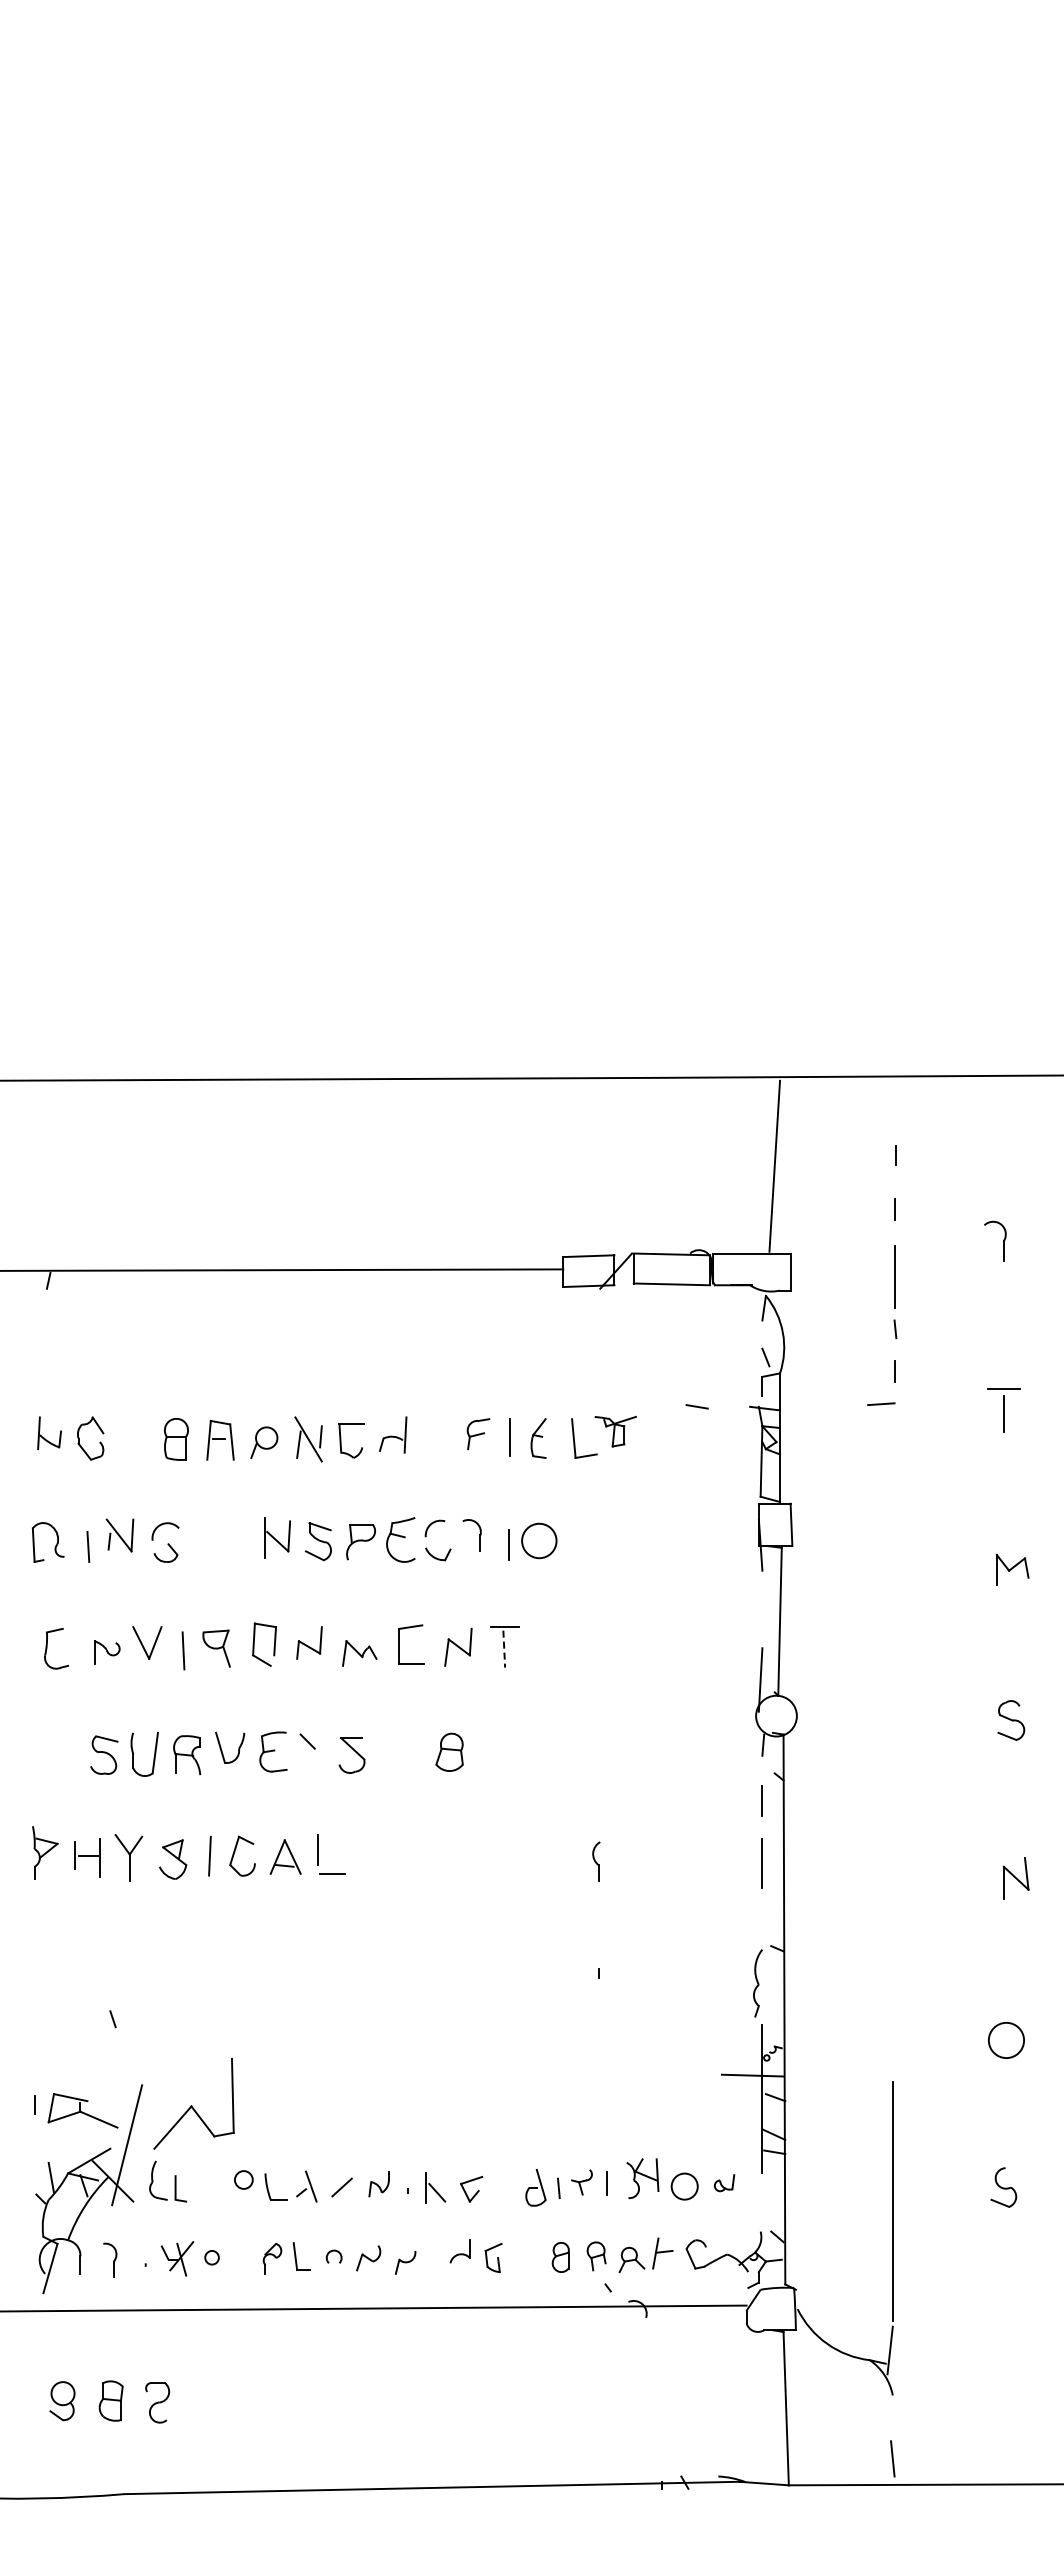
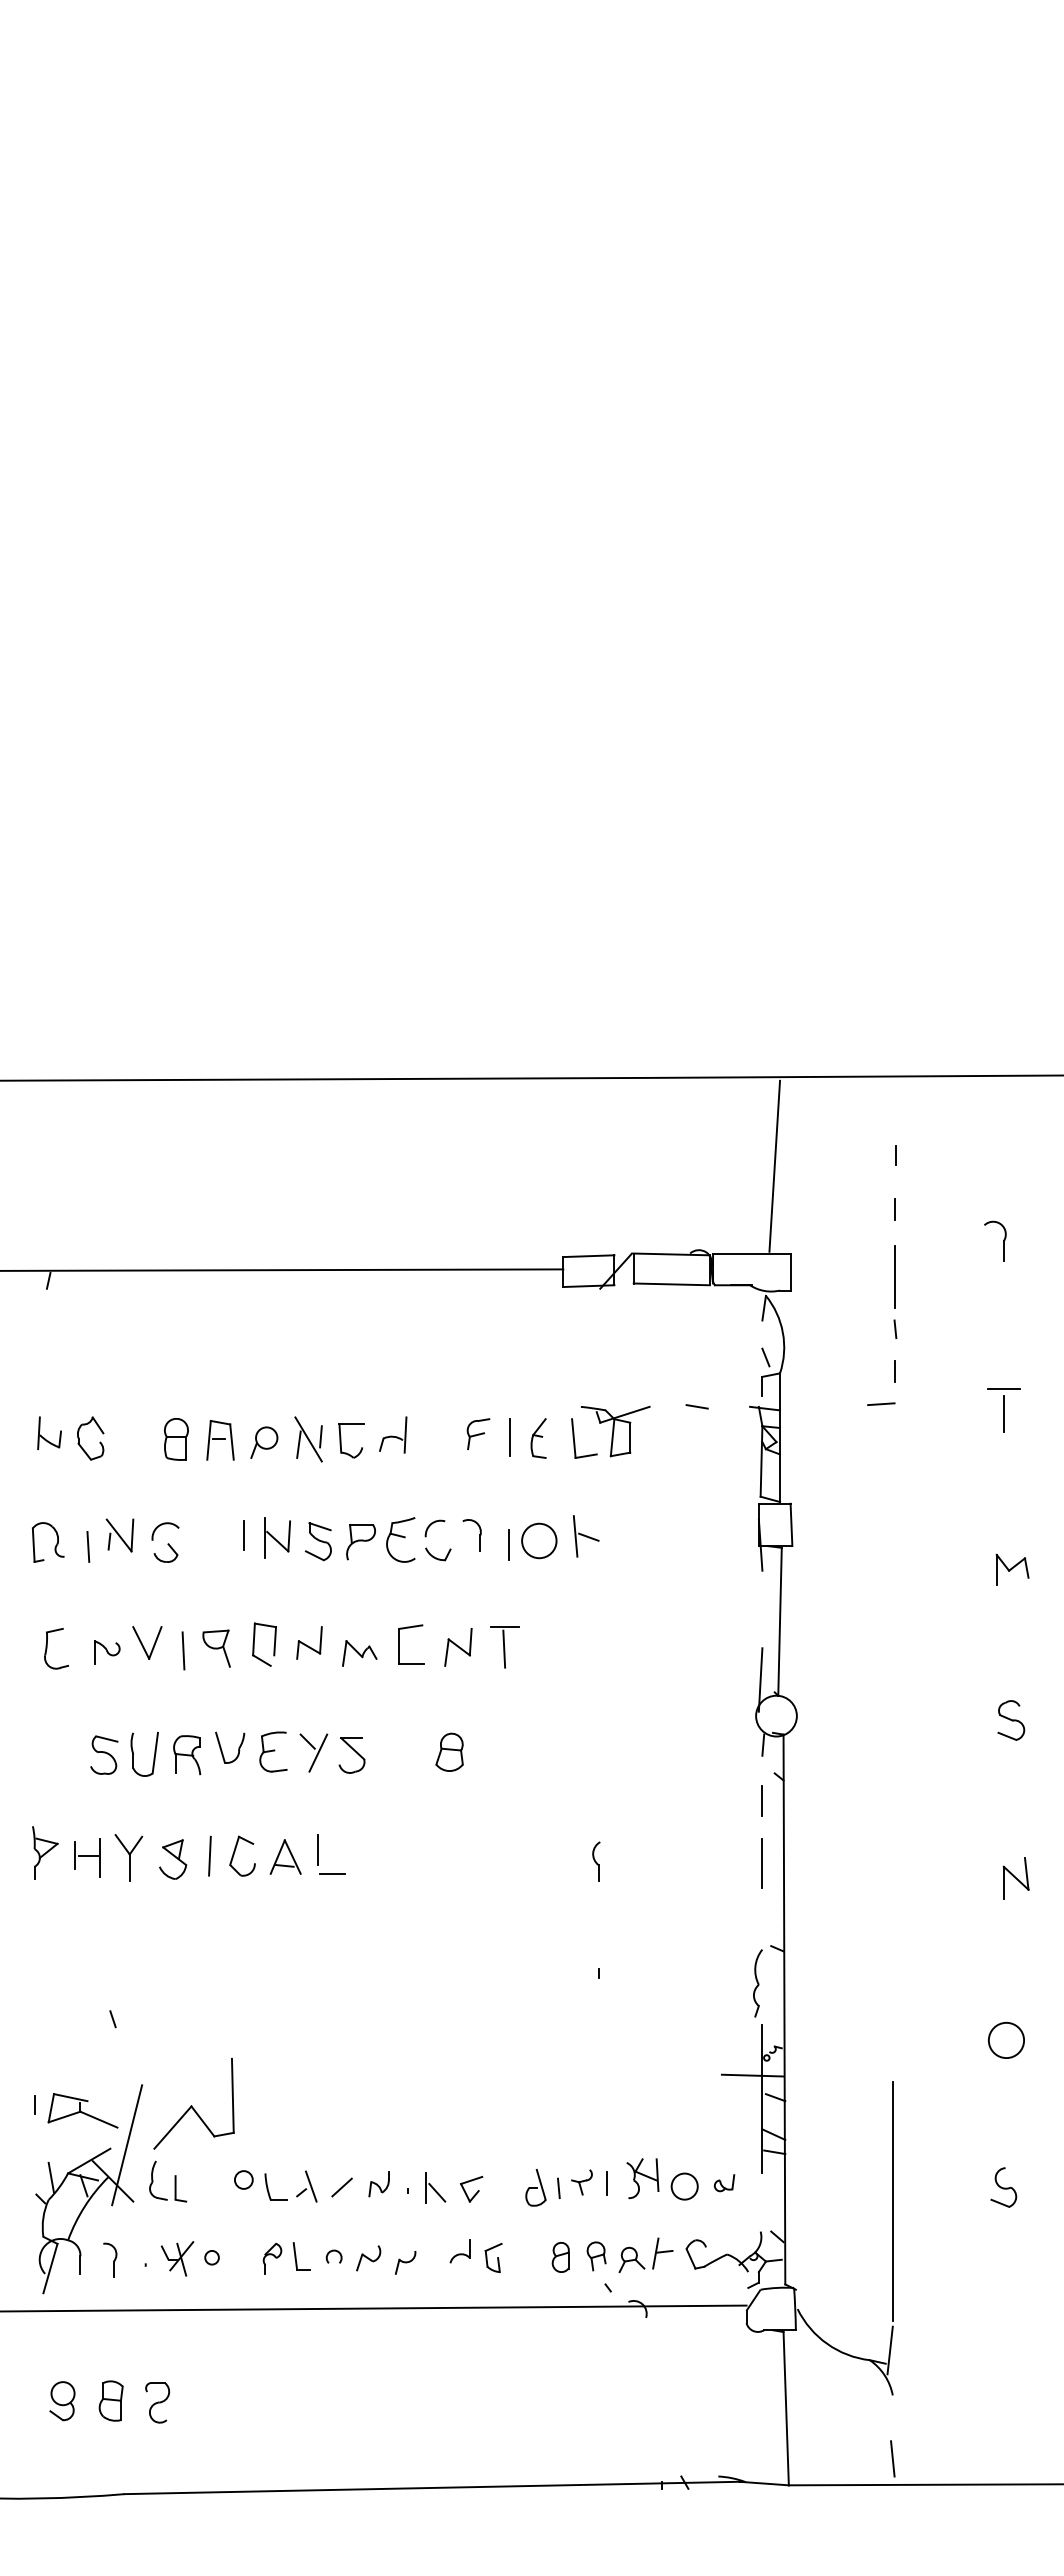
part at (615, 1431) size: 43x33 px -> 71x52 px
line at (244, 1535): none -> present
part at (586, 1536): none -> present
line at (504, 1649): dashed -> solid
line at (318, 1752): none -> present
